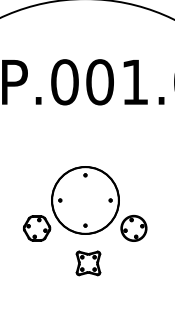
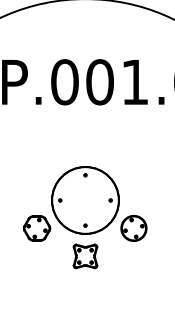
part at (88, 263) position: (88, 263) -> (85, 256)
